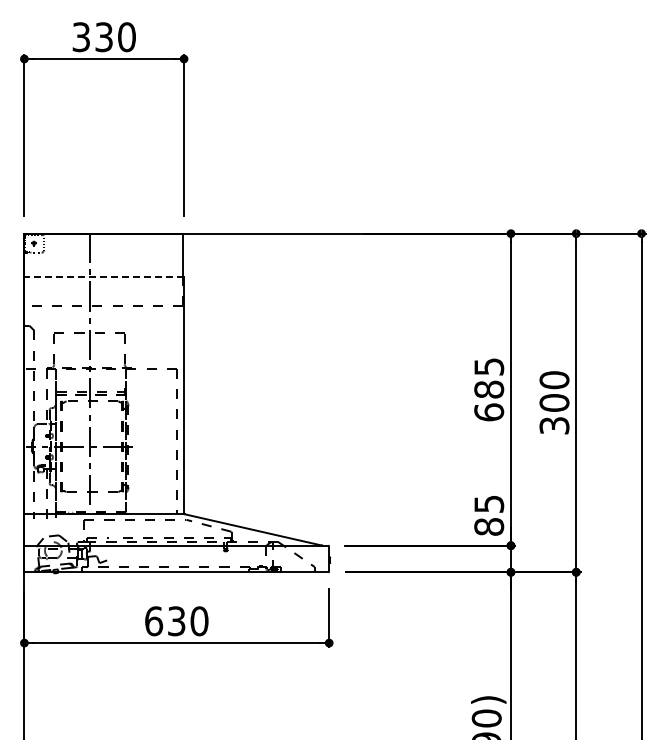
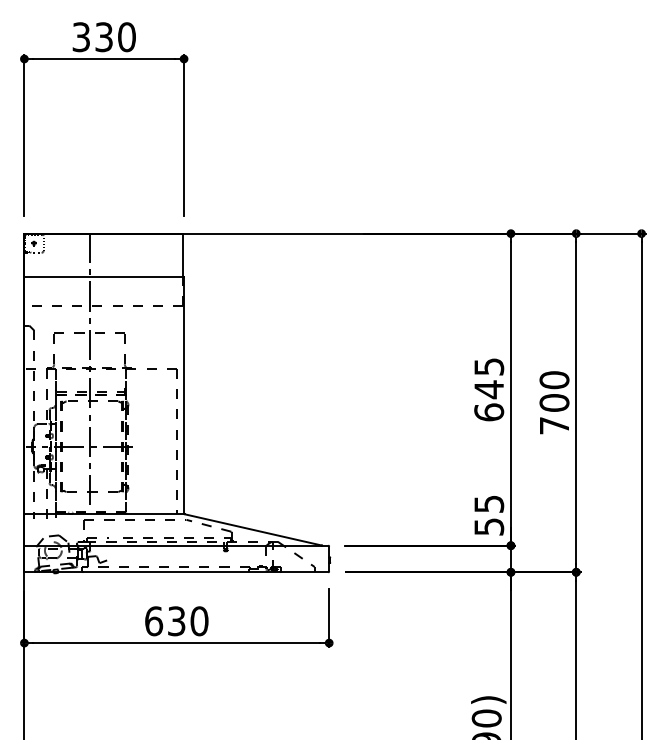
line at (104, 277): dashed -> solid
text at (489, 389): 685 -> 645
text at (554, 425): 300 -> 700
text at (489, 526): 85 -> 55
